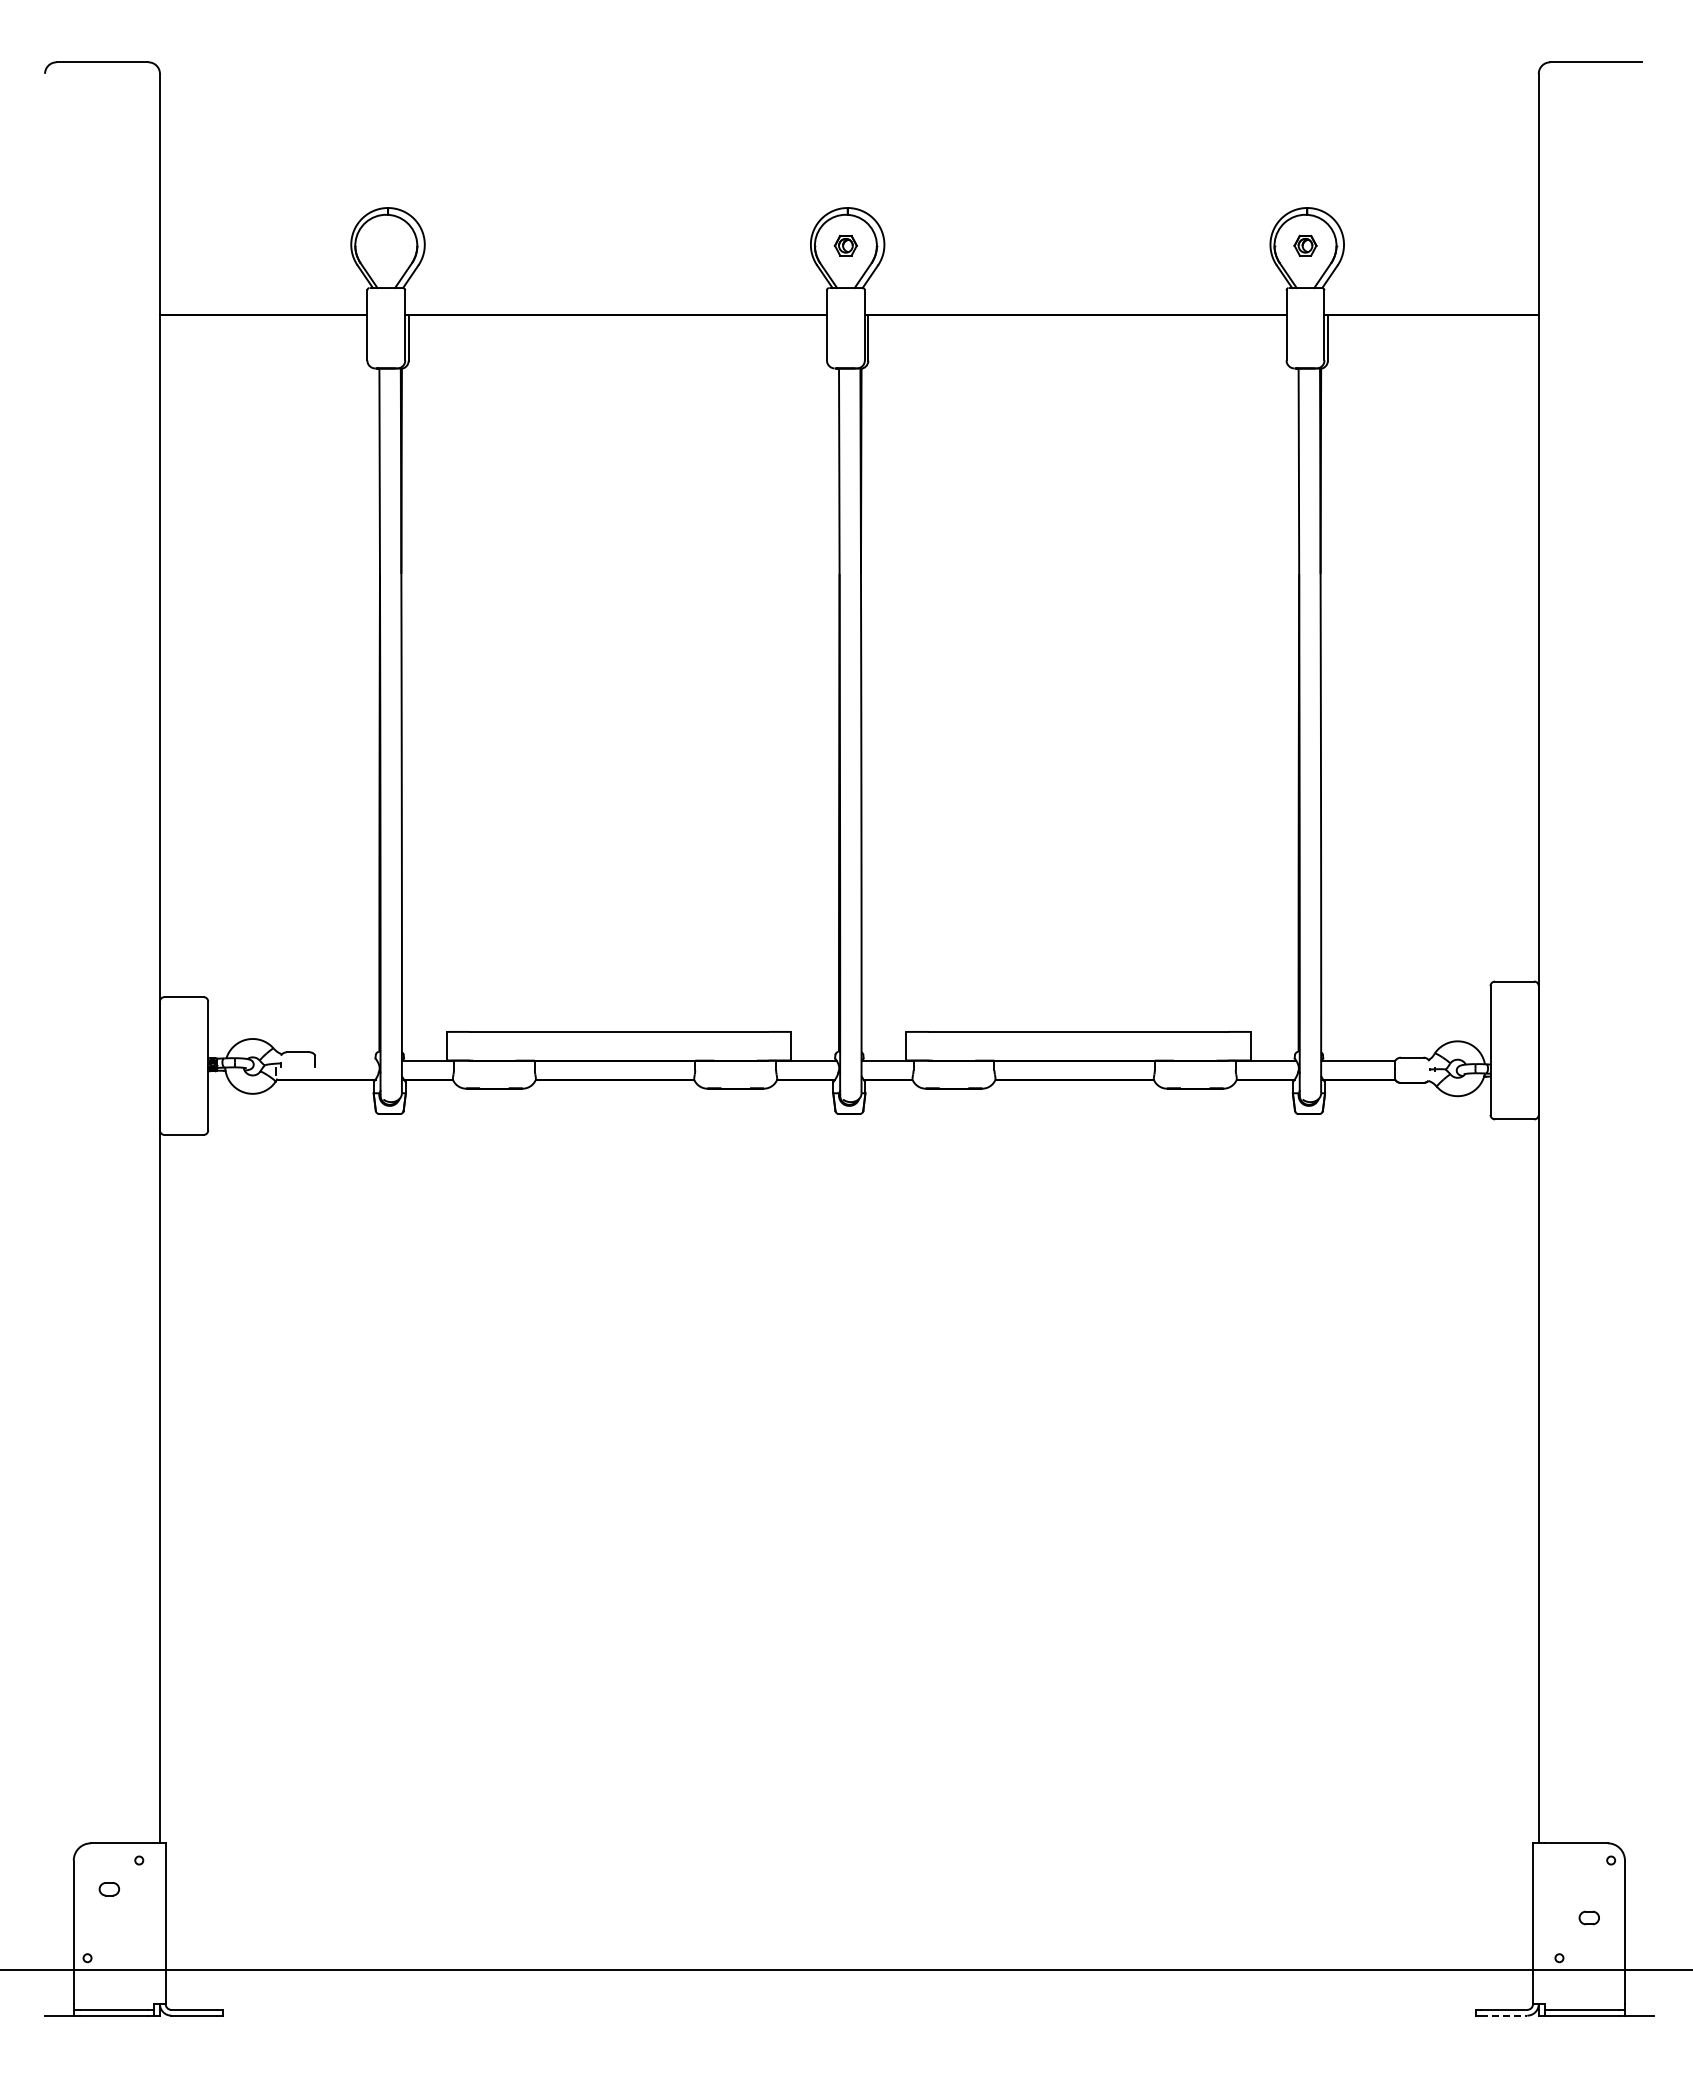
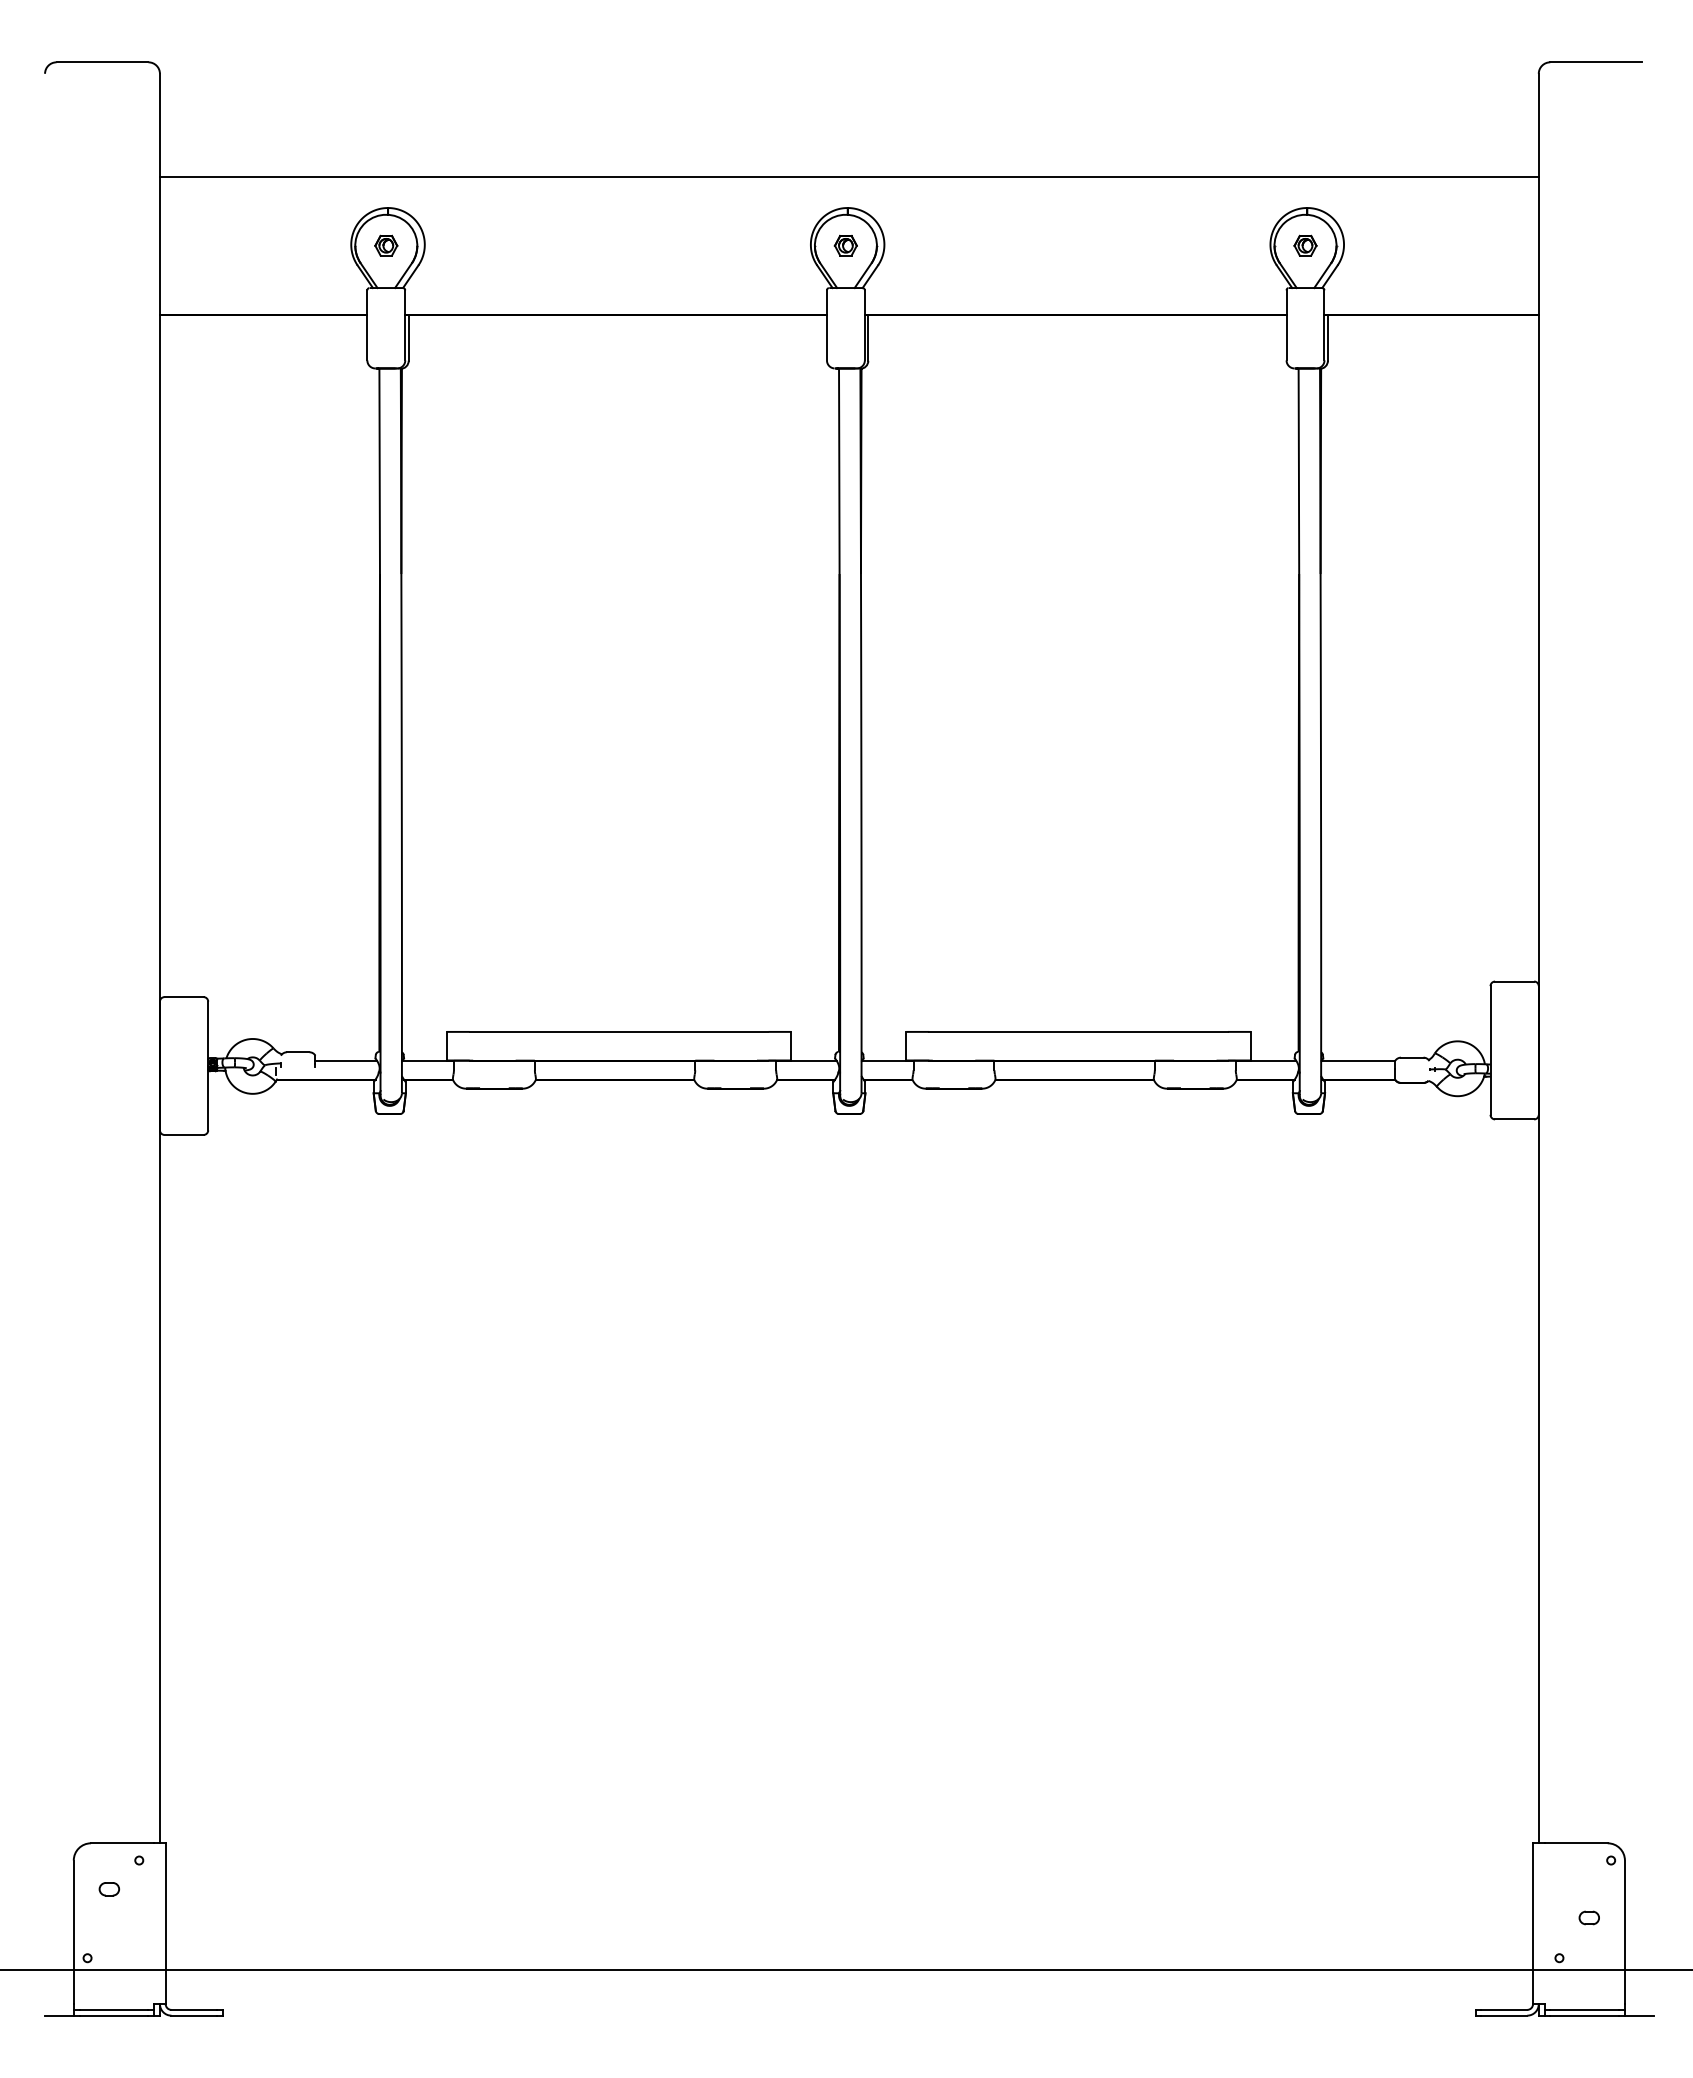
line at (848, 176): none -> present
part at (386, 245): none -> present
line at (346, 1061): none -> present
line at (1504, 2015): dashed -> solid
